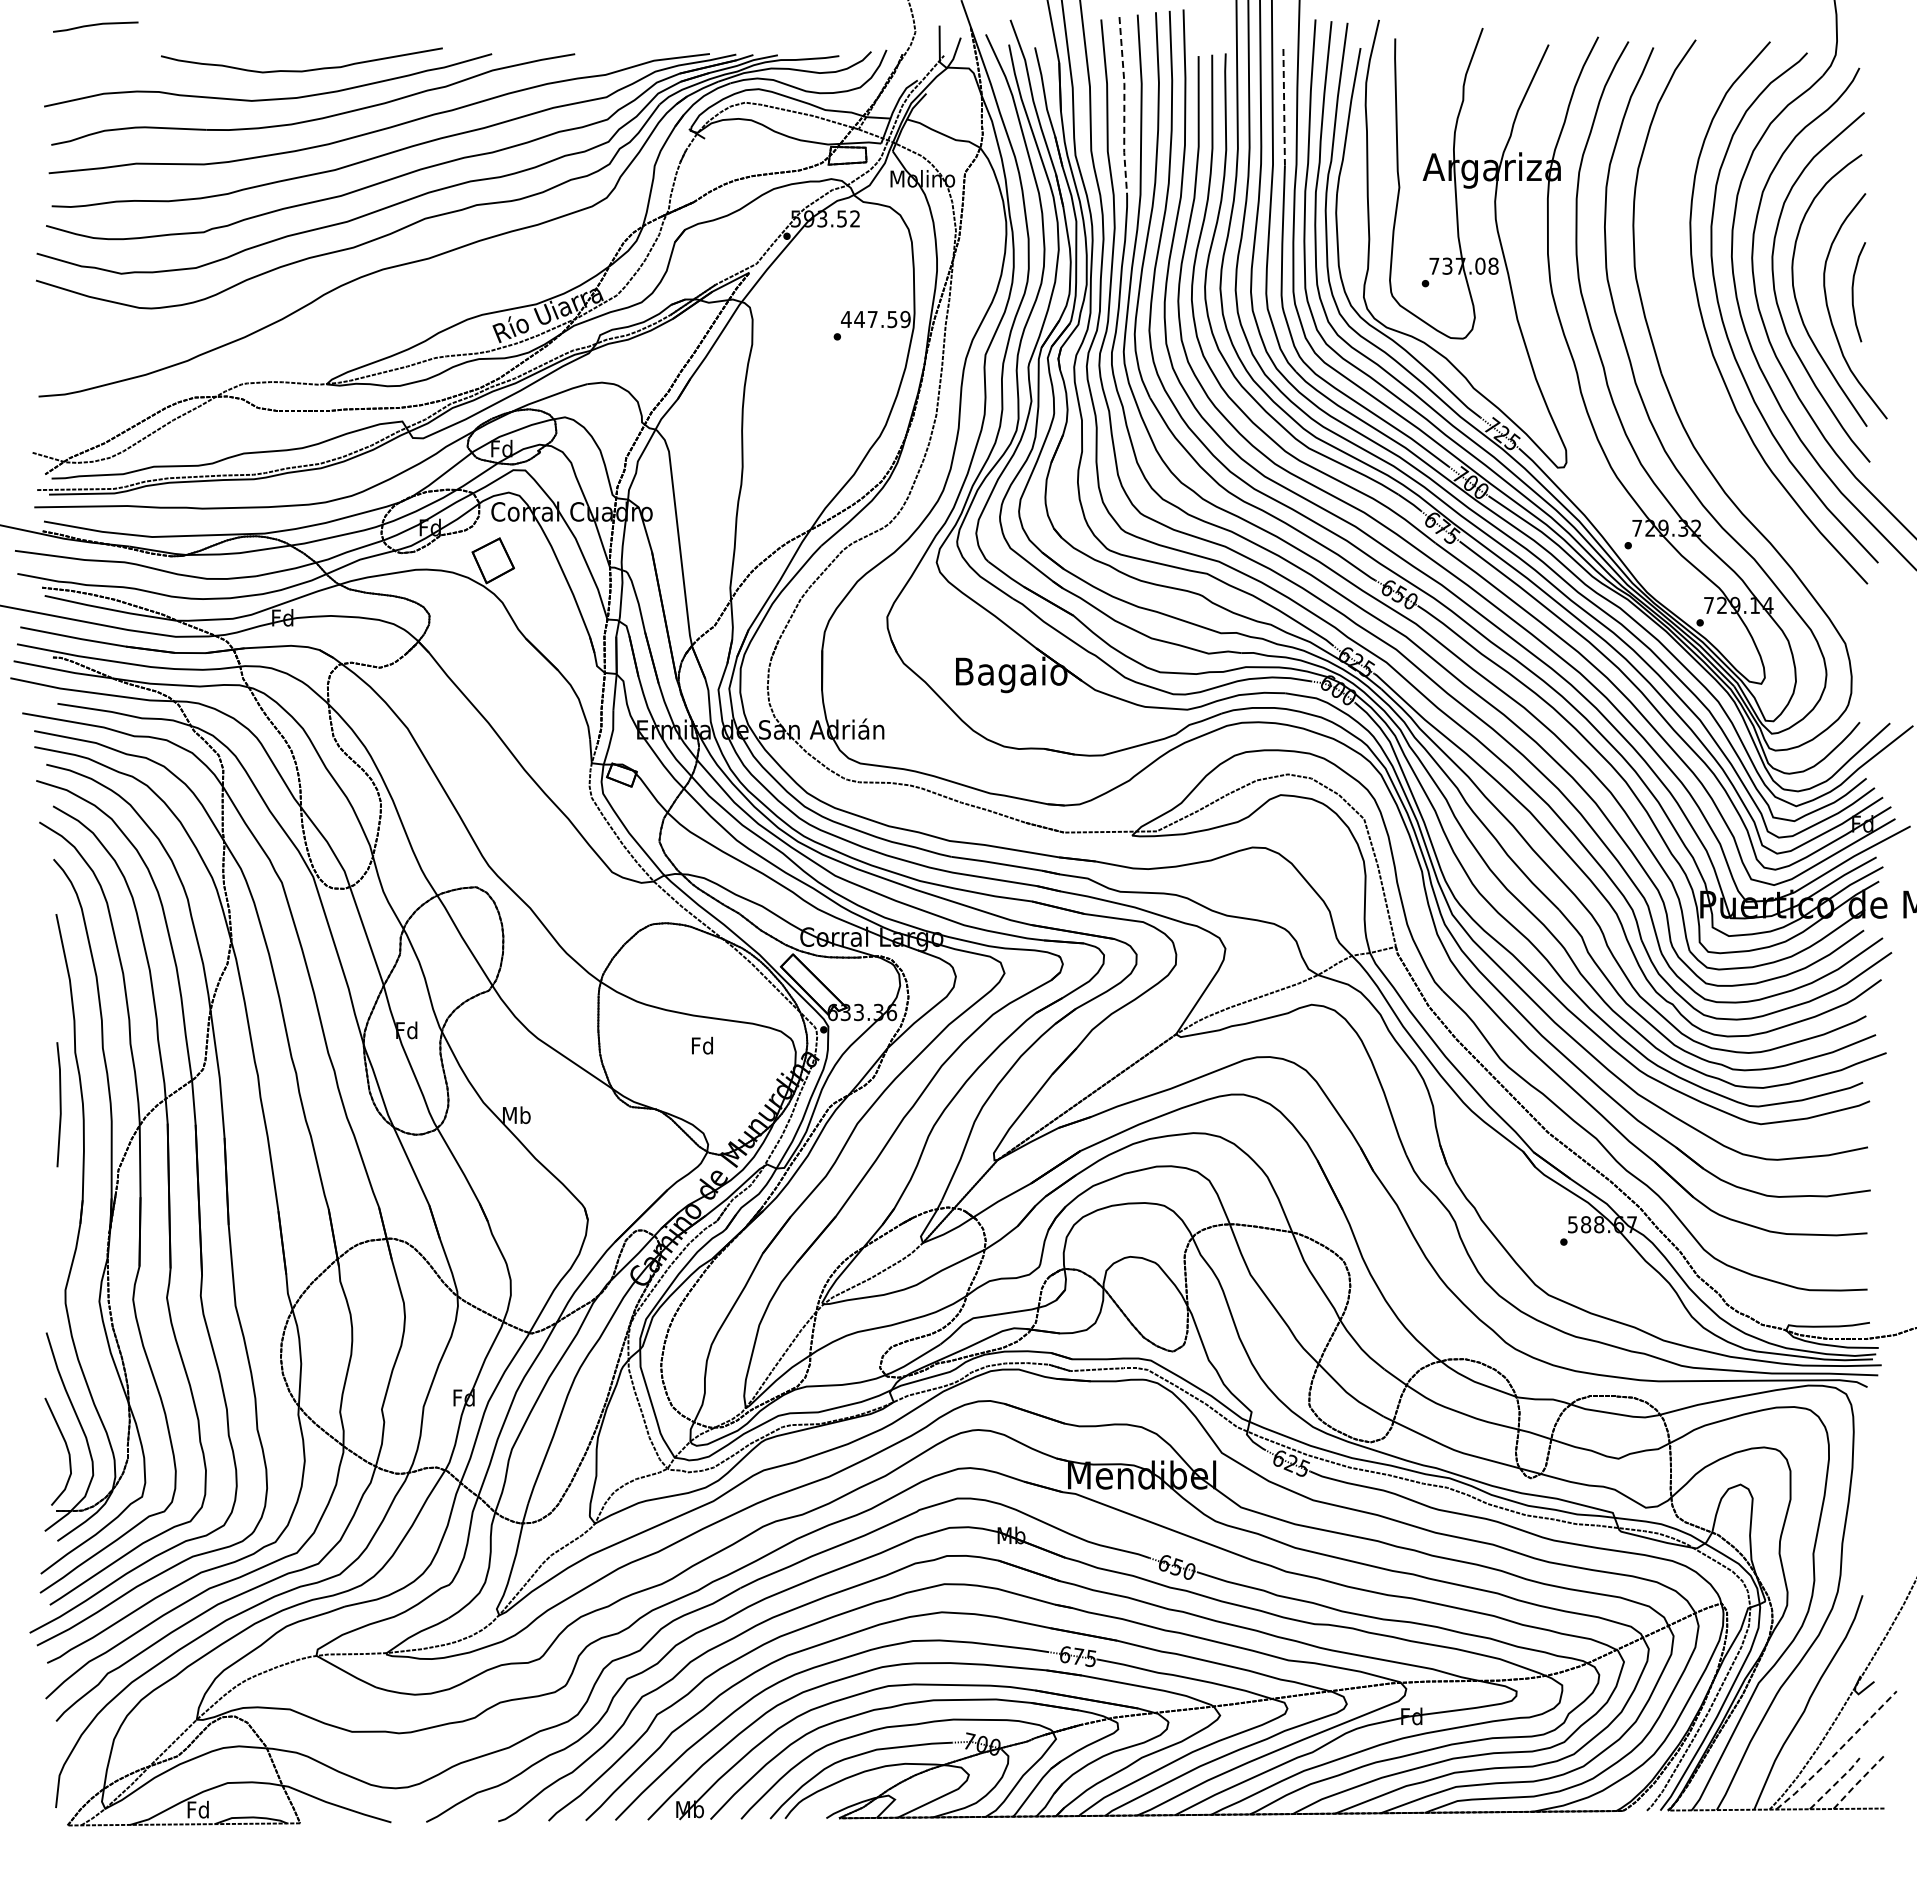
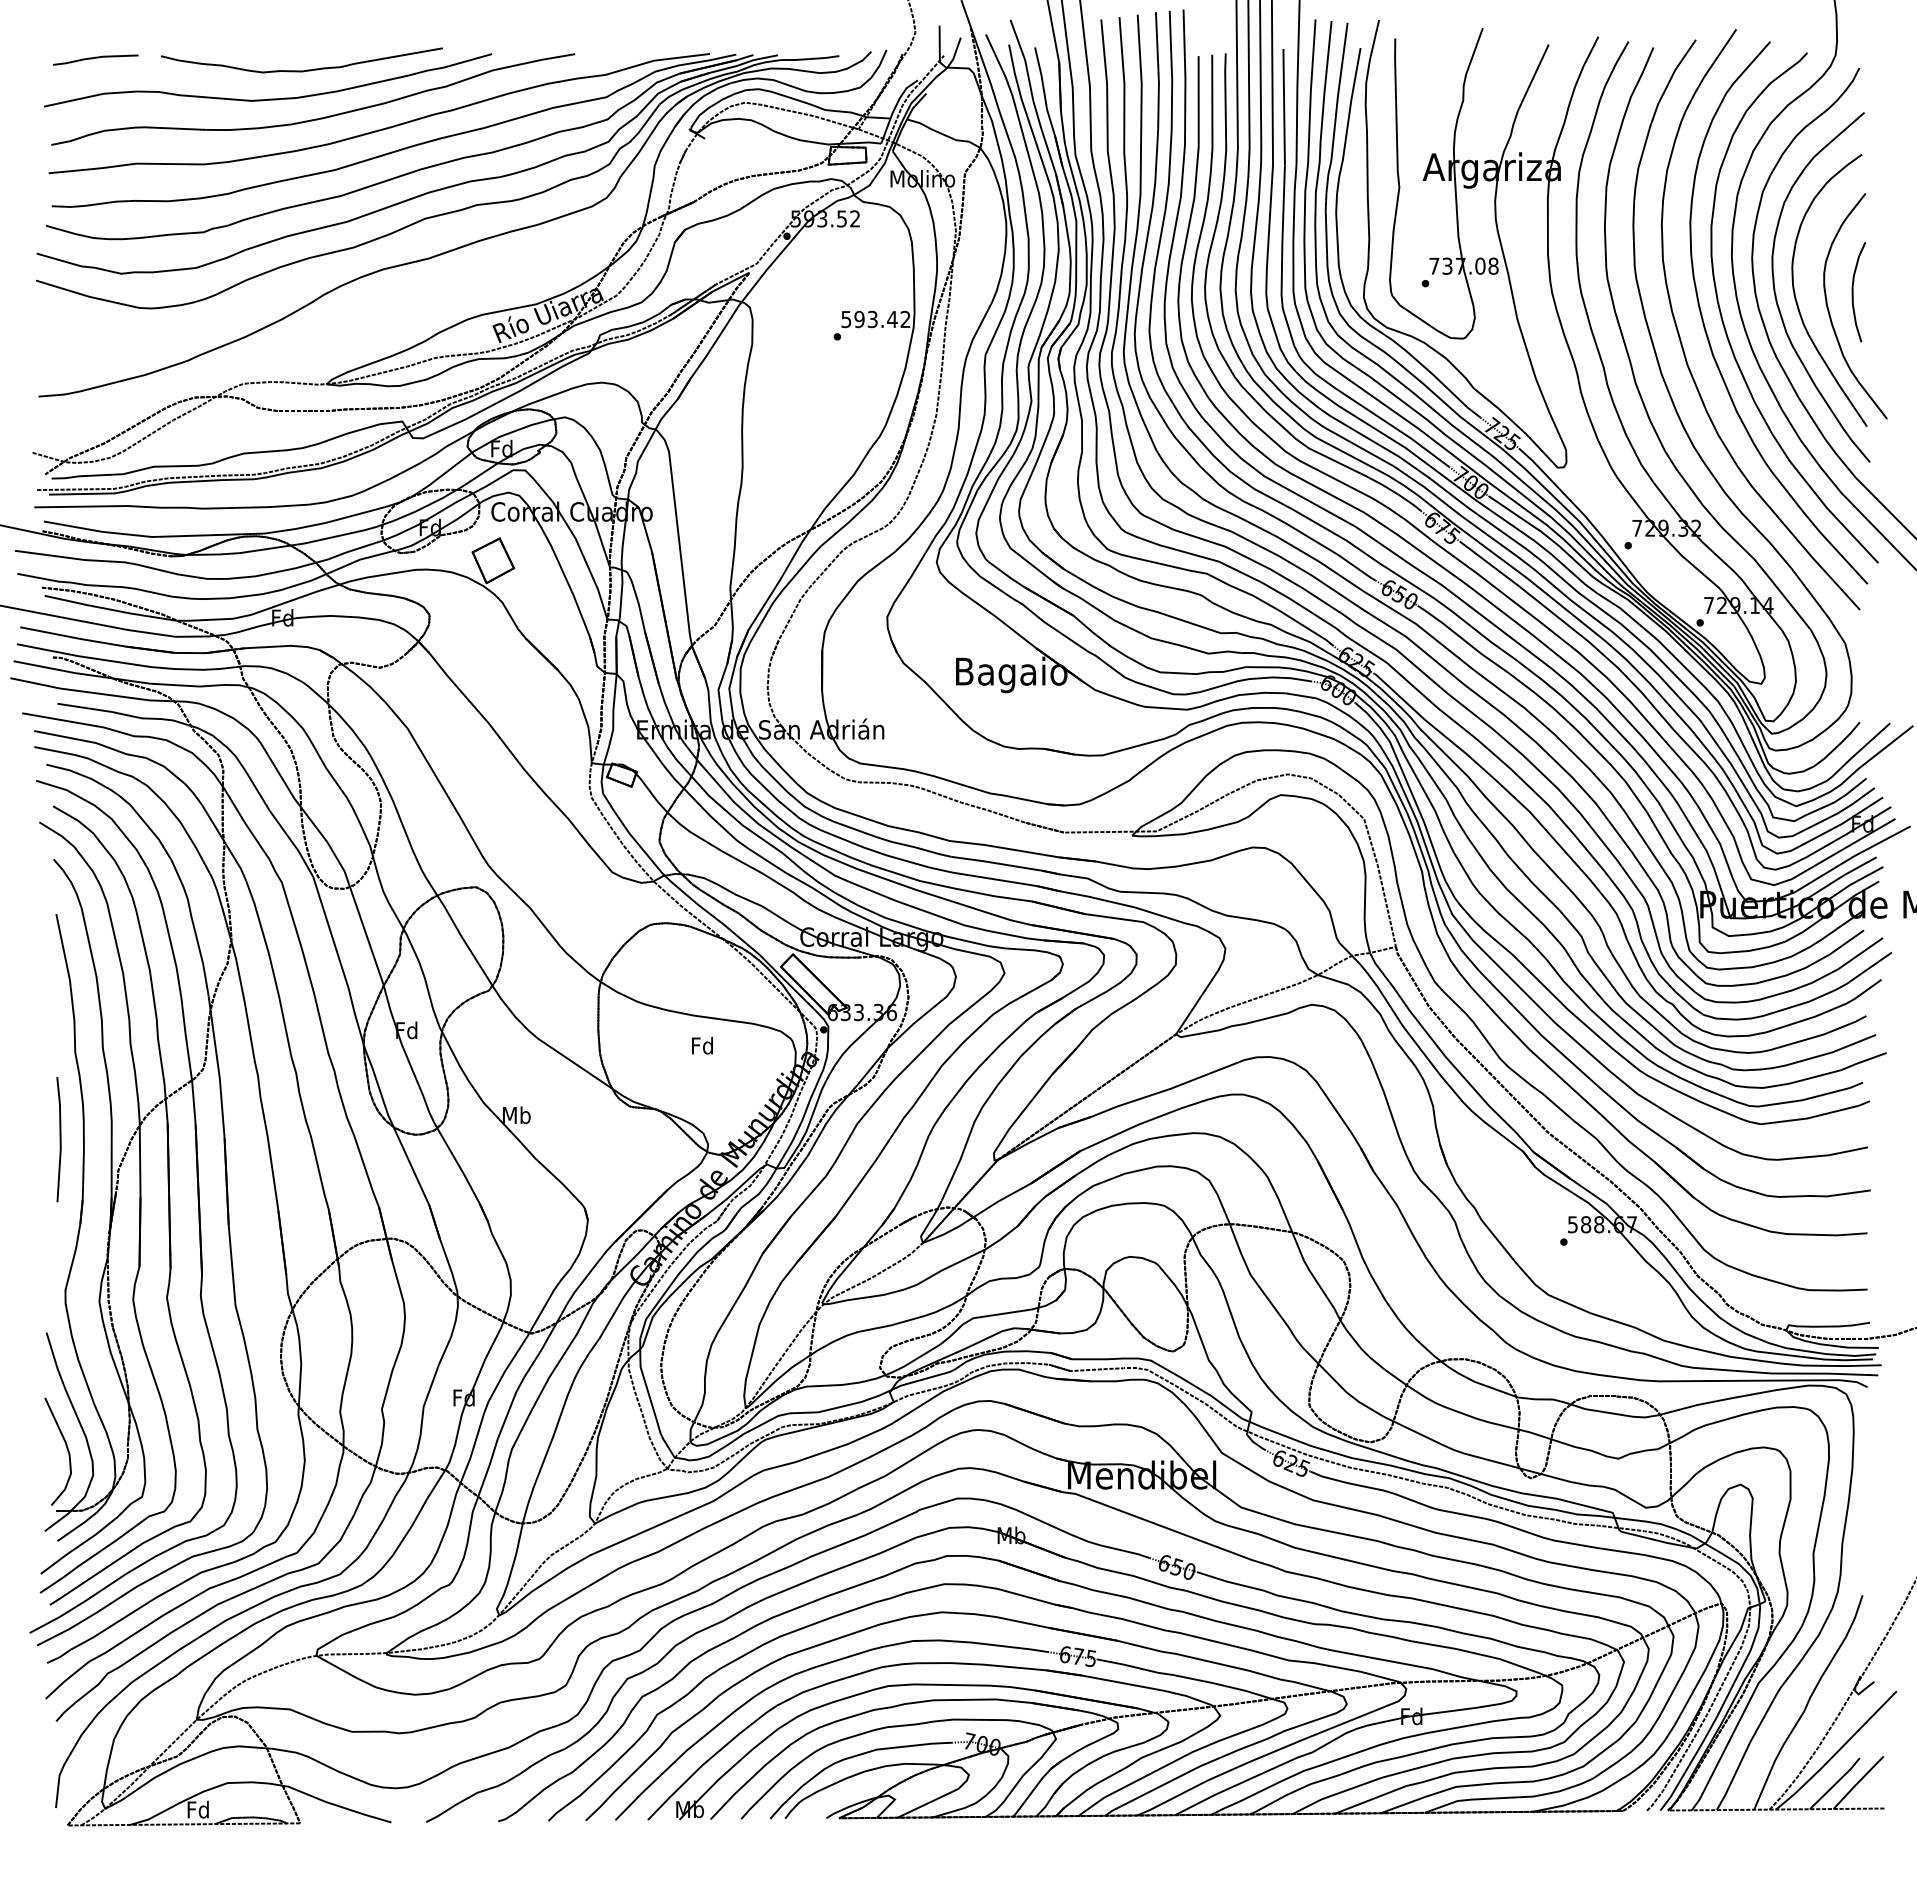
line at (95, 25) position: (95, 25) -> (95, 58)
line at (1124, 105): dashed -> solid
line at (1284, 107): dashed -> solid
text at (875, 319): 447.59 -> 593.42
part at (1681, 339): none -> present
line at (59, 1104) position: (59, 1104) -> (59, 1139)
line at (1837, 1752): dashed -> solid
line at (1858, 1782): dashed -> solid
line at (1836, 1783): dashed -> solid
